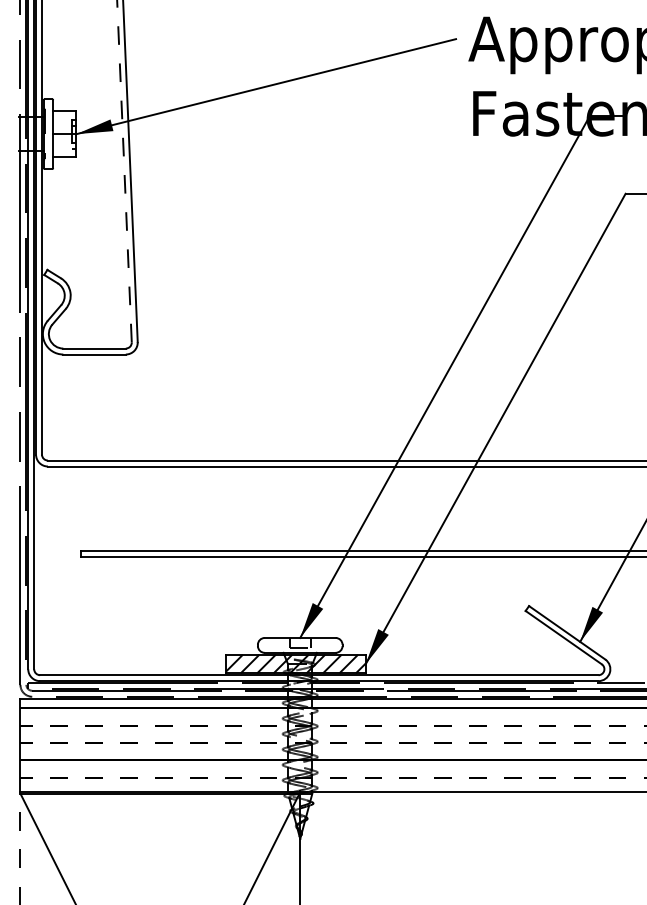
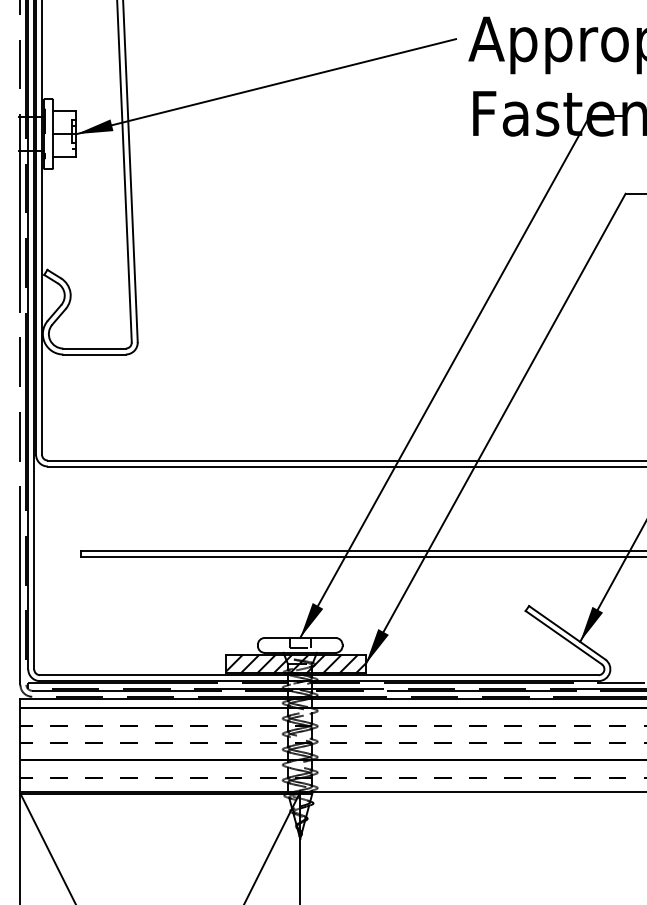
line at (124, 171): dashed -> solid
line at (20, 848): dashed -> solid
